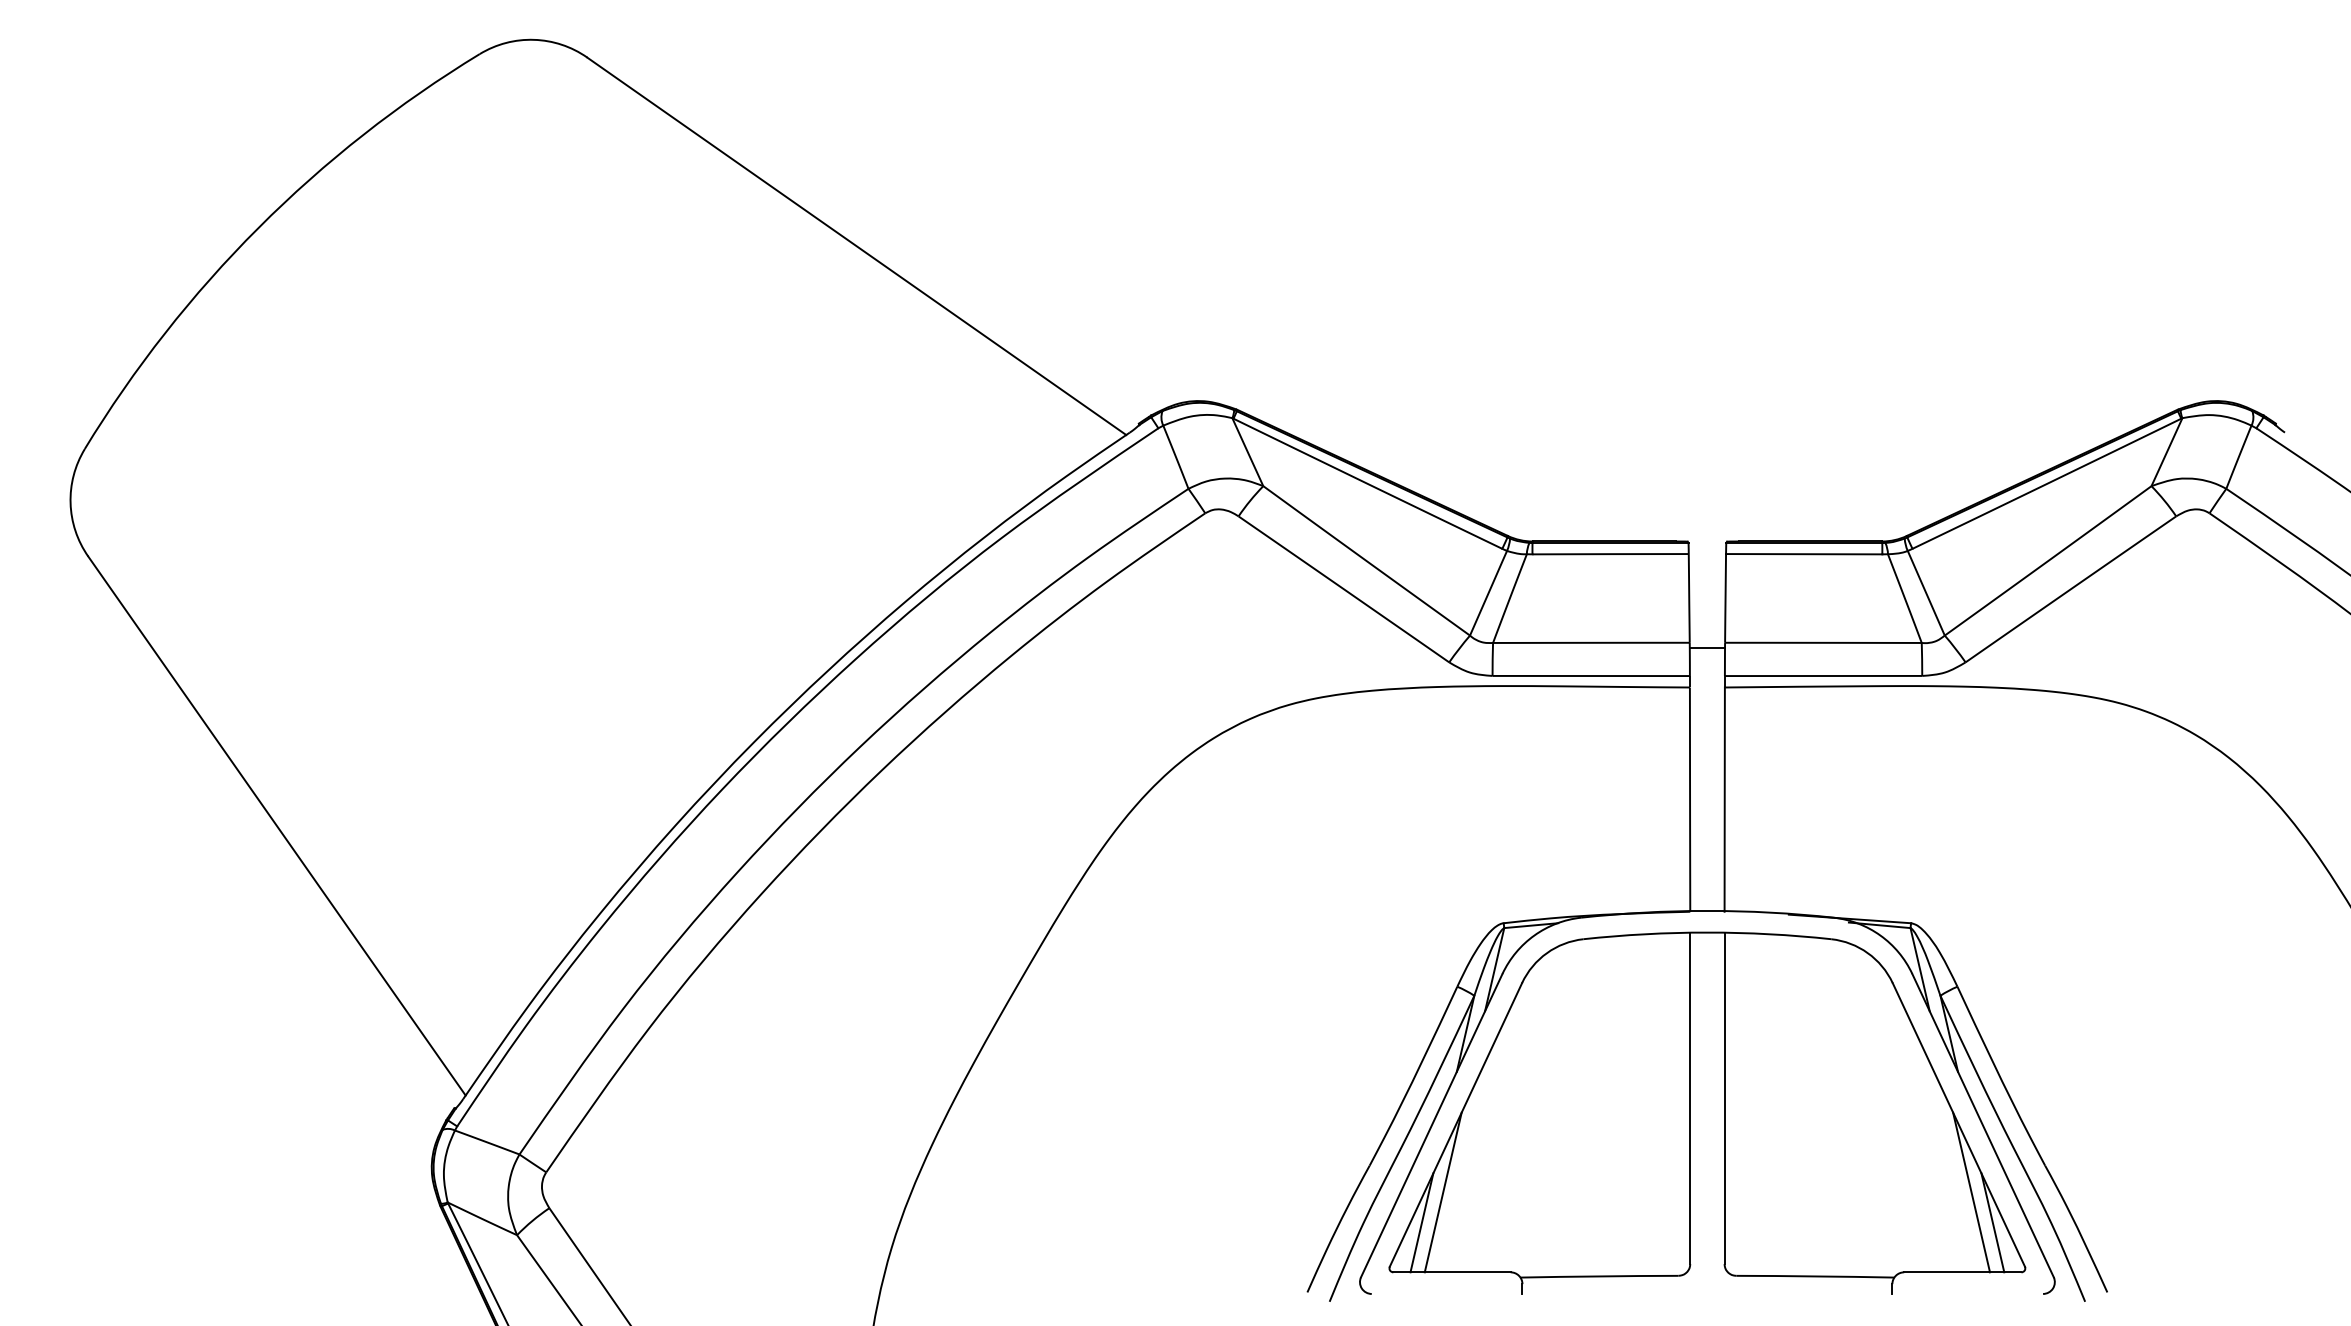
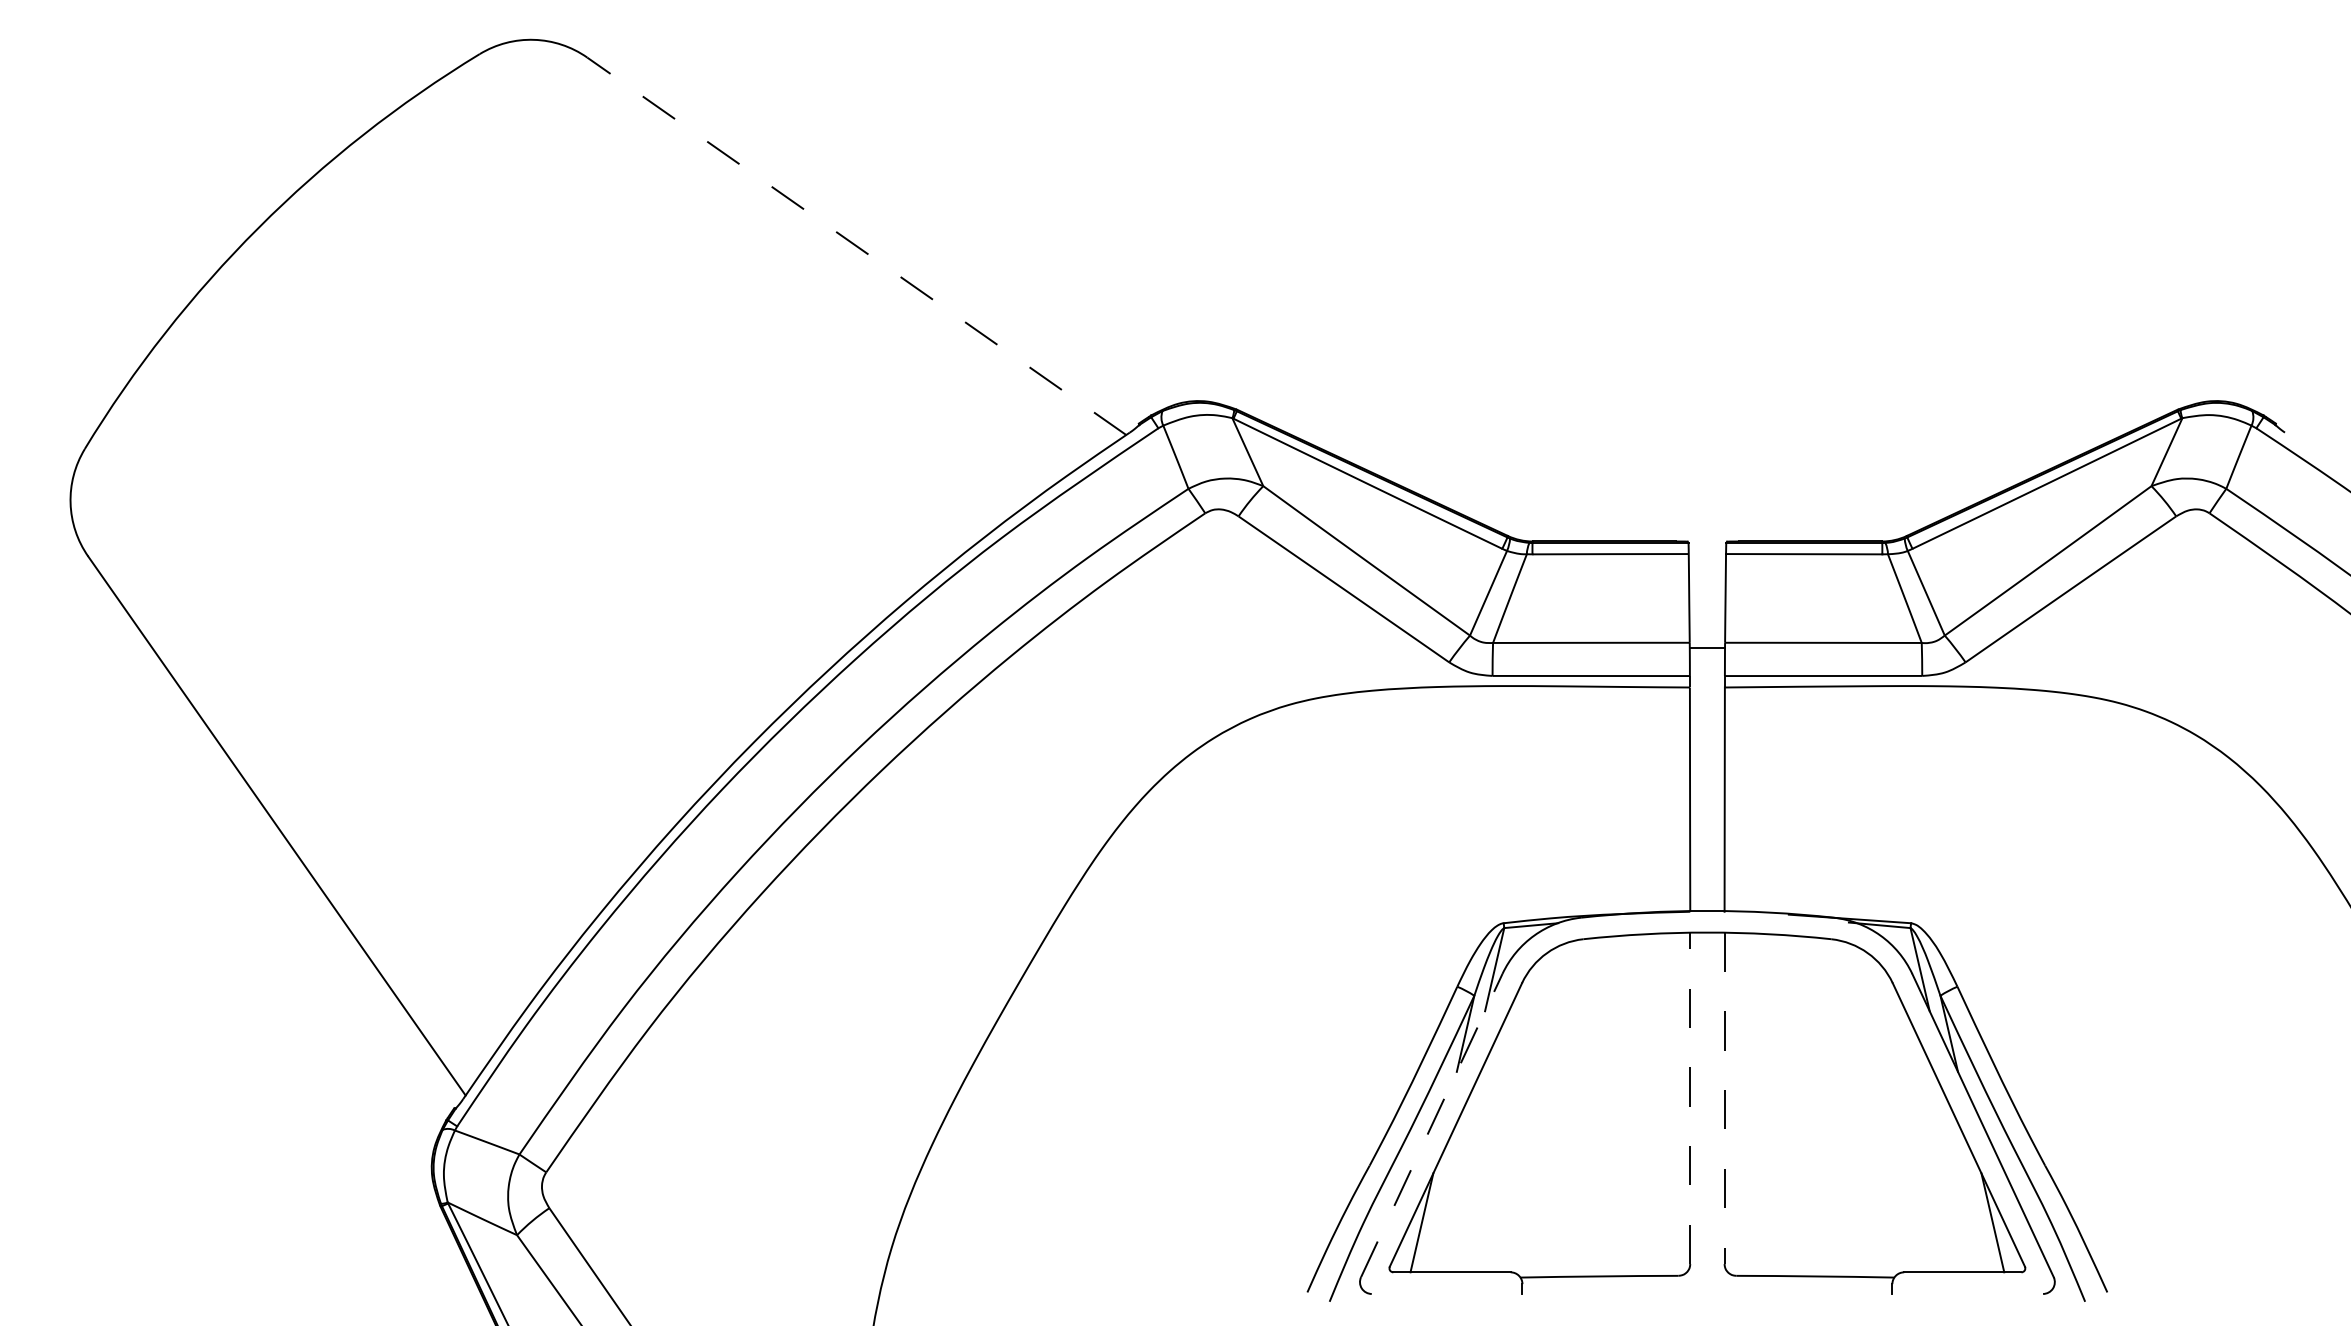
line at (856, 246): solid -> dashed
line at (1690, 1098): solid -> dashed
line at (1724, 1098): solid -> dashed
line at (1431, 1125): solid -> dashed
line at (1442, 1192): present -> none
line at (1971, 1192): present -> none
